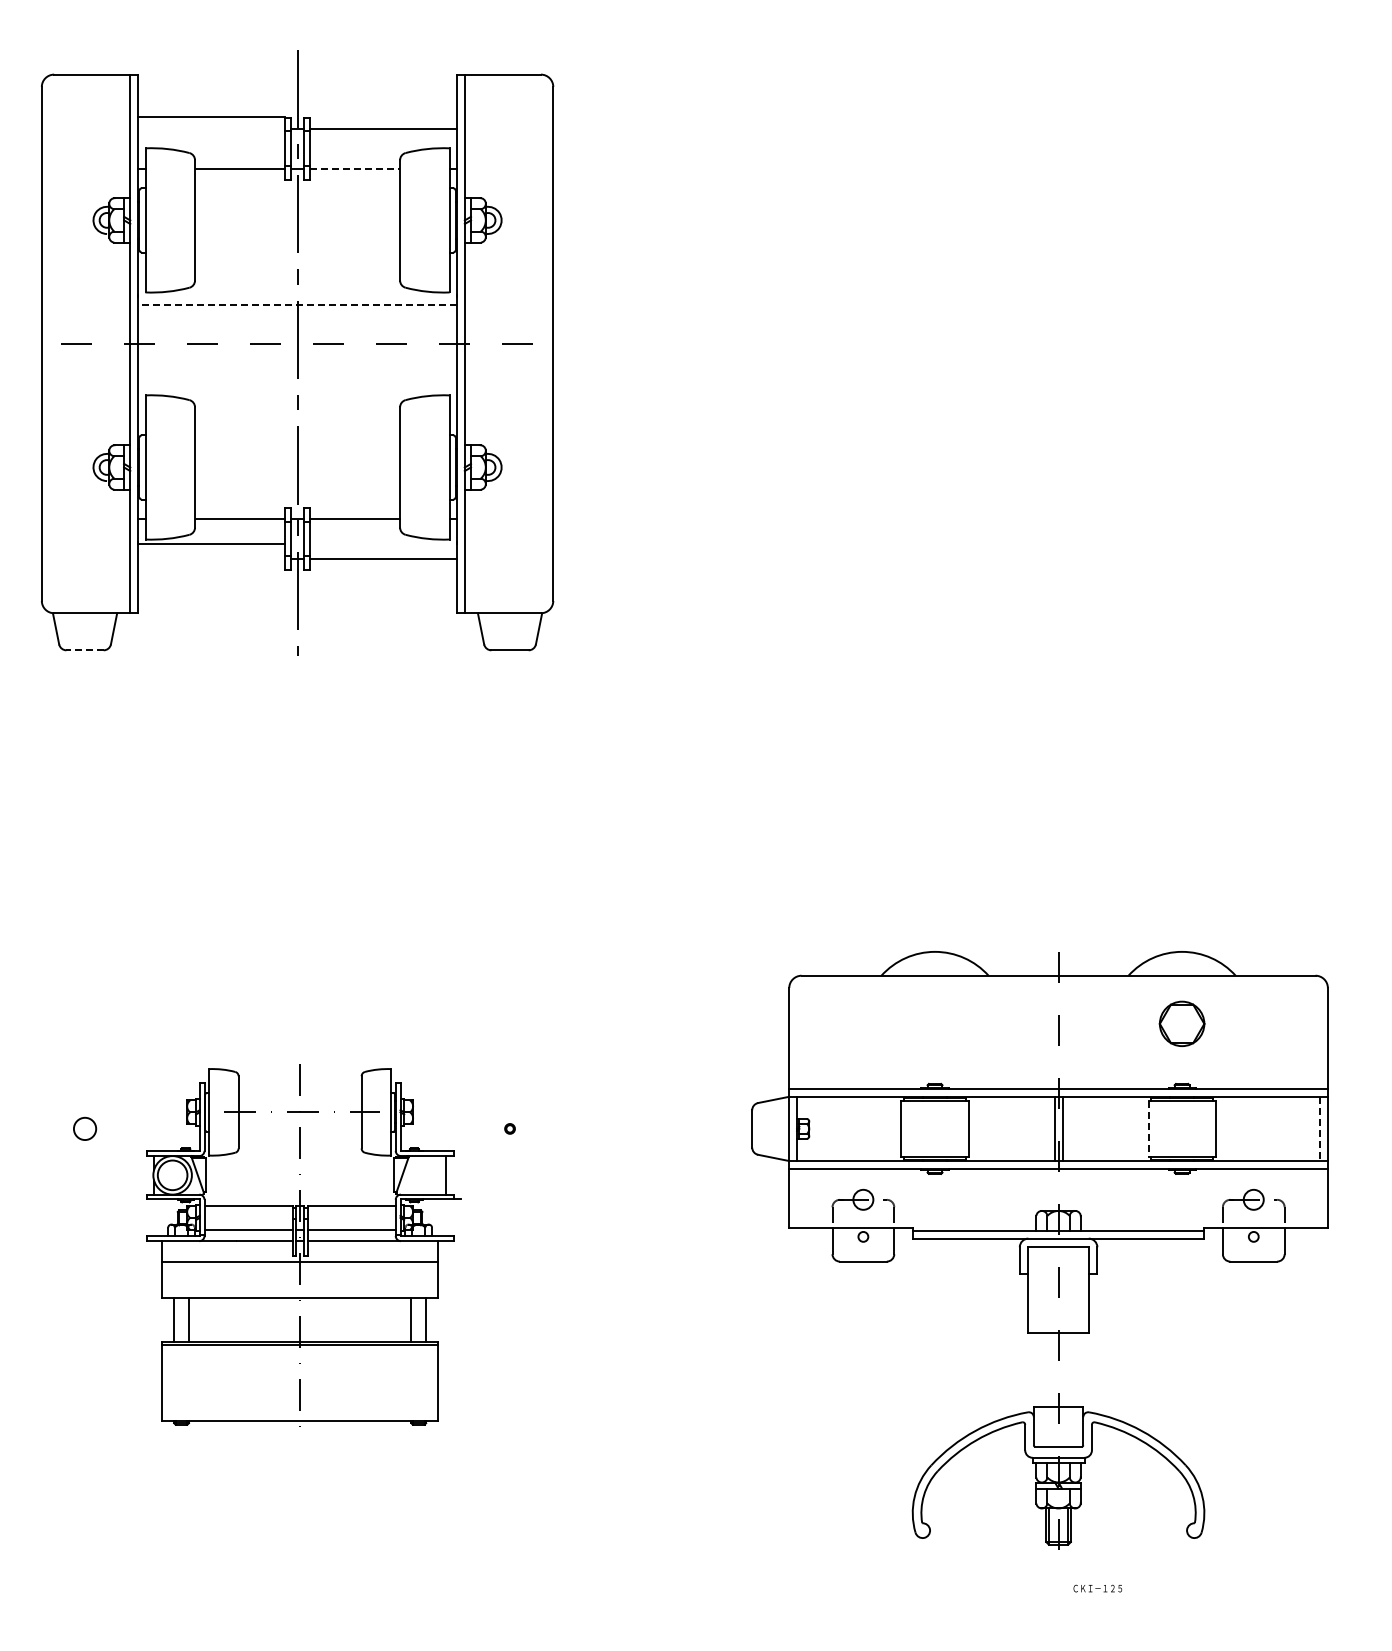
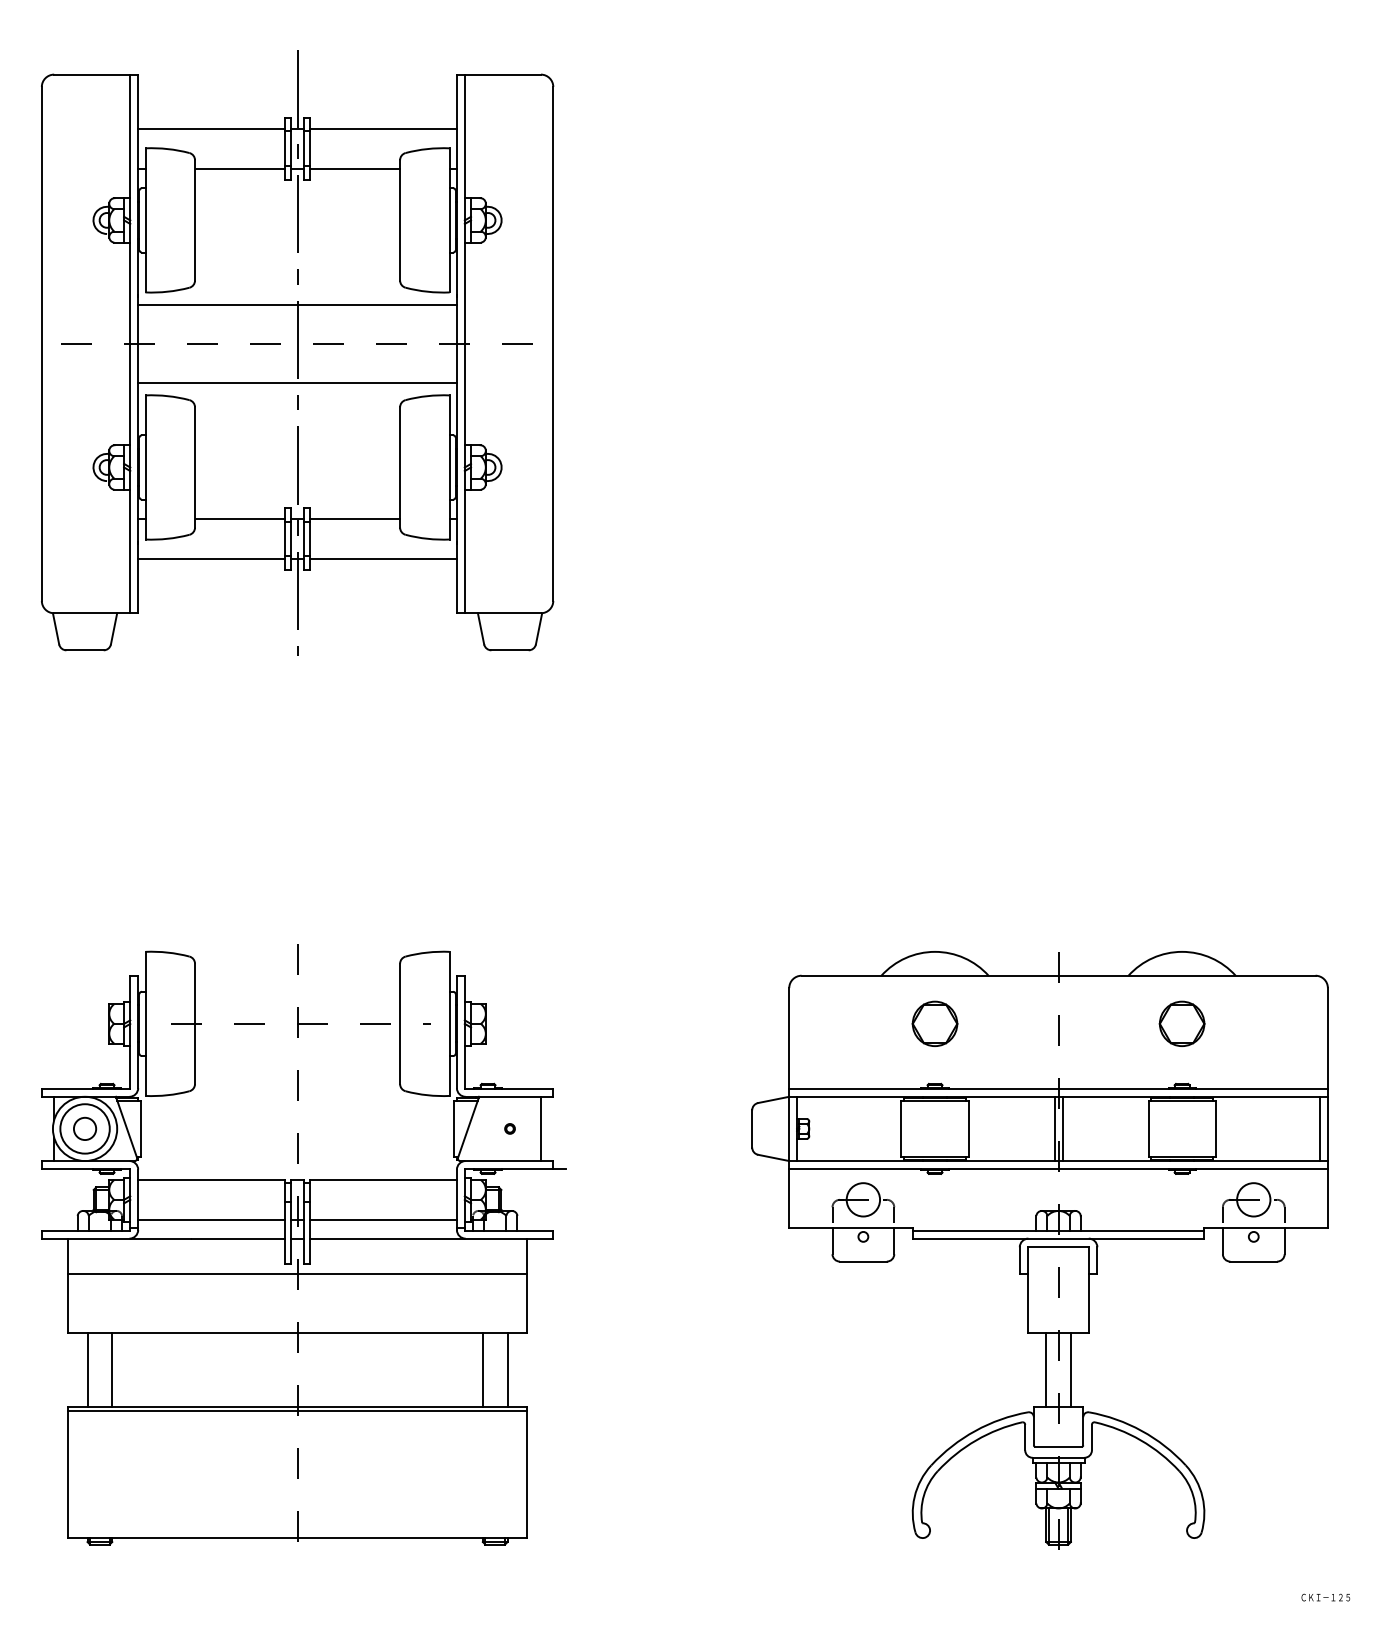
line at (211, 116) position: (211, 116) -> (211, 128)
line at (355, 168): dashed -> solid
line at (297, 305): dashed -> solid
line at (297, 382): none -> present
line at (211, 543) position: (211, 543) -> (211, 558)
line at (85, 650): dashed -> solid
part at (934, 1023): none -> present
line at (1148, 1129): dashed -> solid
line at (1319, 1129): dashed -> solid
circle at (863, 1199) diameter: 20 px -> 33 px
circle at (1253, 1199) diameter: 20 px -> 33 px
part at (303, 1245) size: 316x363 px -> 526x602 px
line at (1046, 1370): none -> present
line at (1070, 1370): none -> present
text at (1097, 1588) position: (1097, 1588) -> (1325, 1597)
